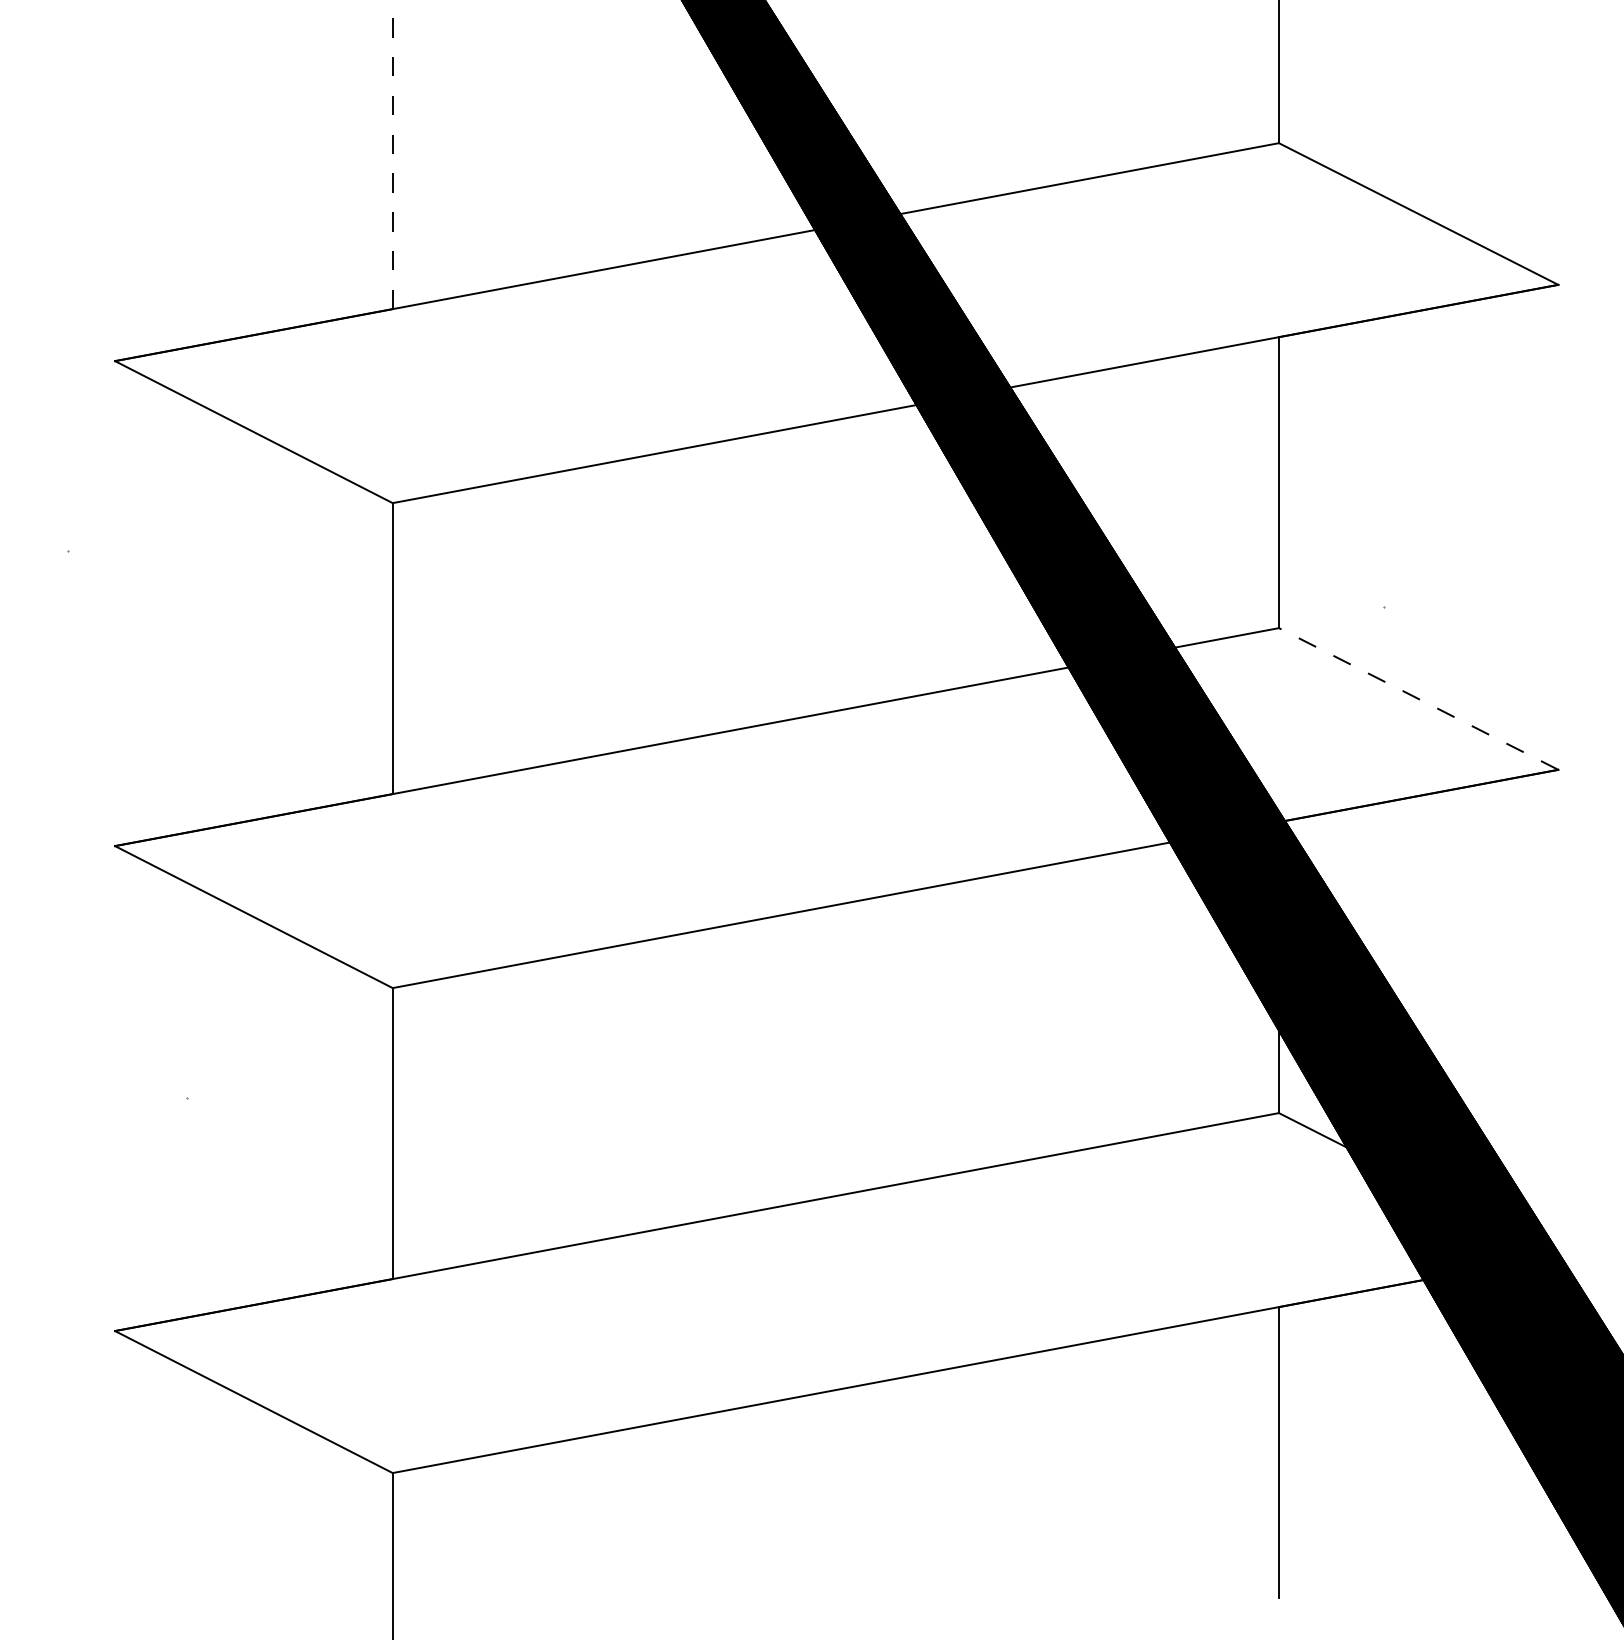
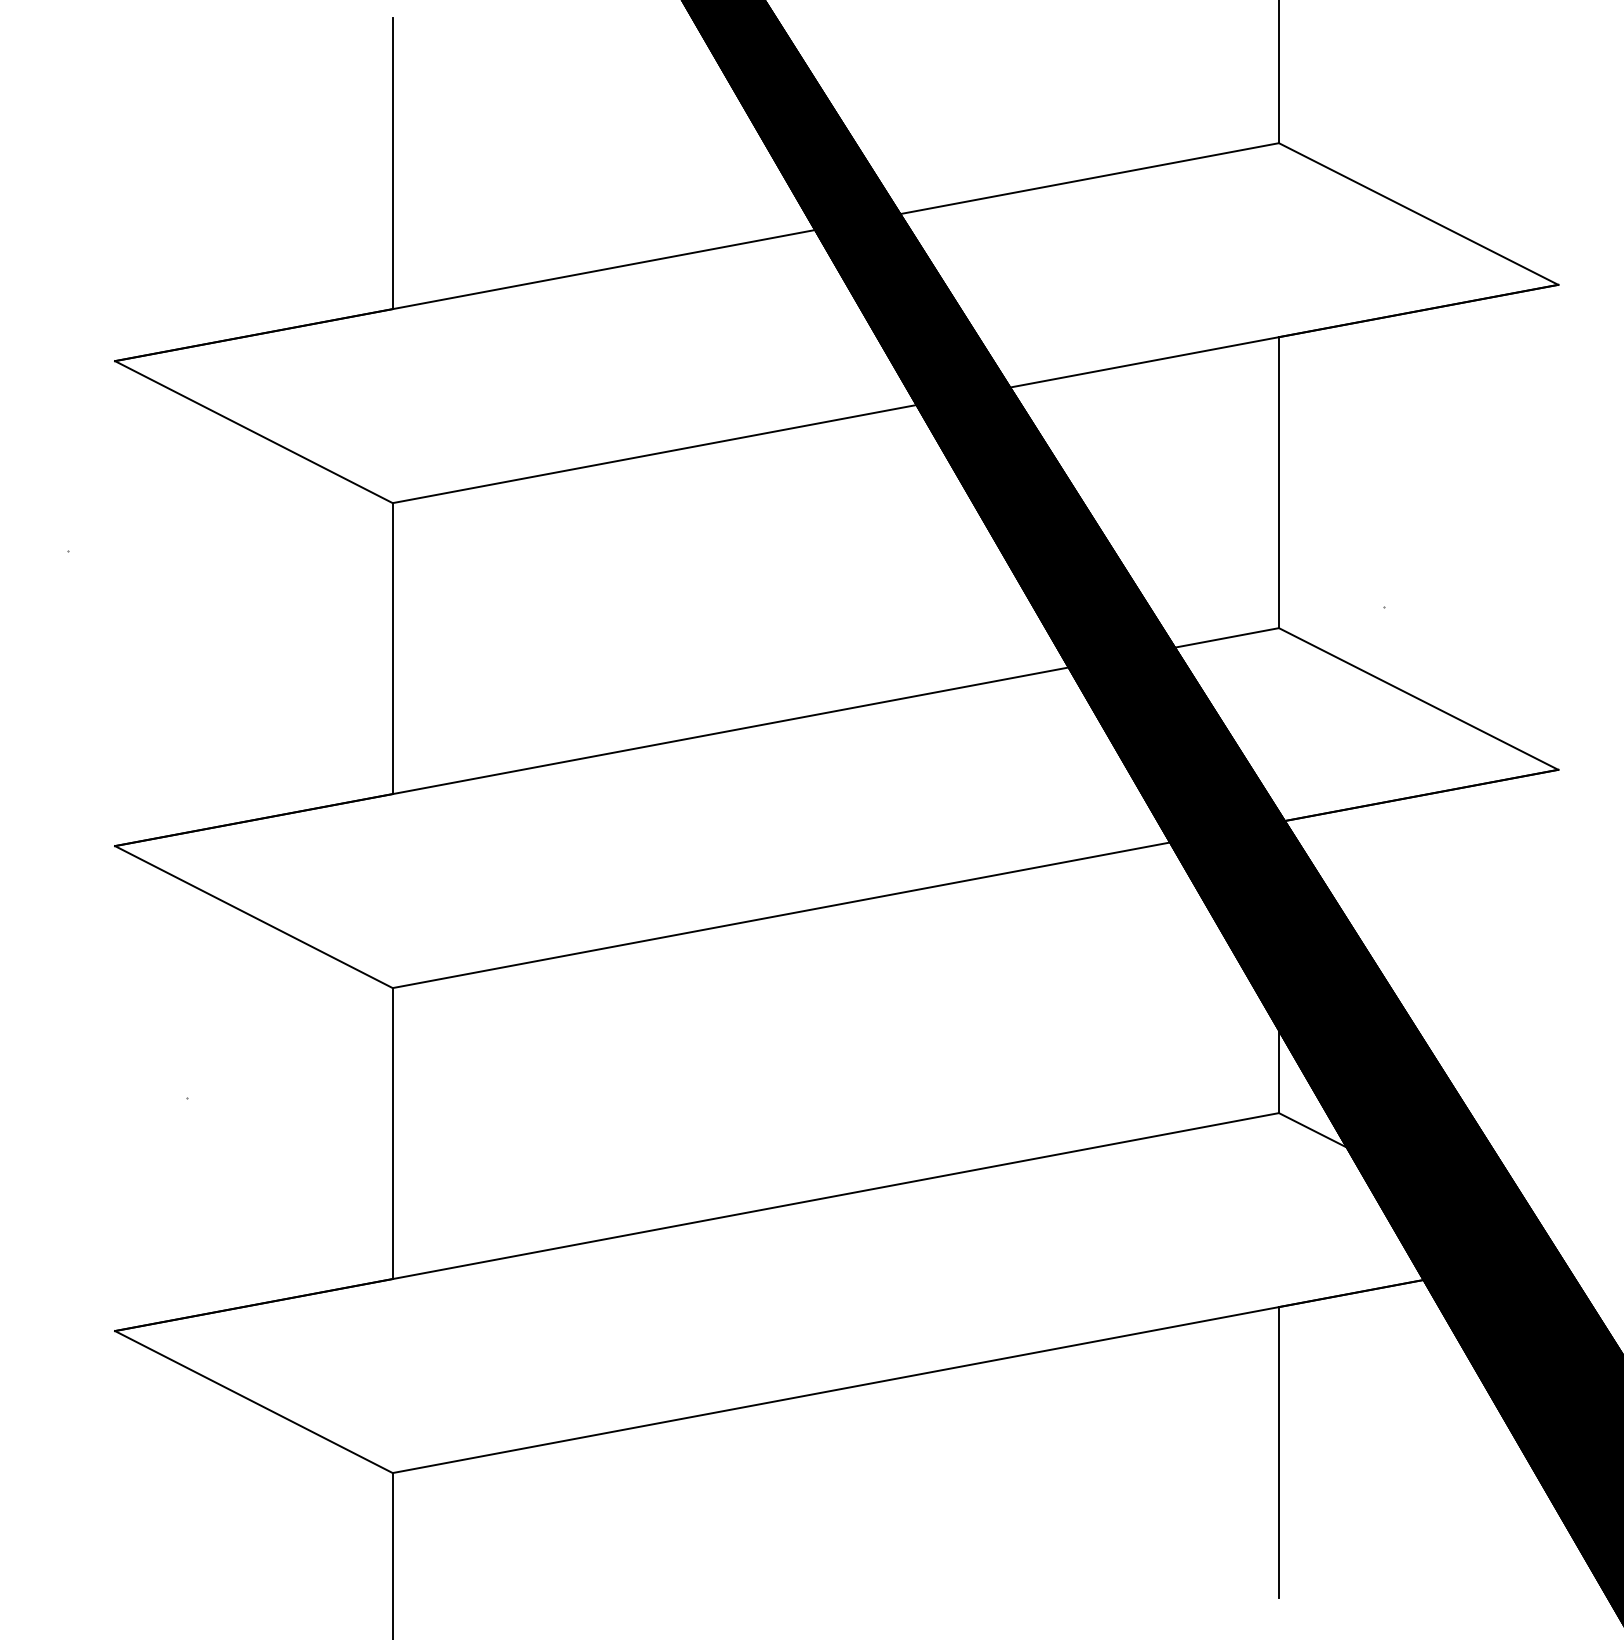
line at (392, 164): dashed -> solid
line at (1418, 698): dashed -> solid
